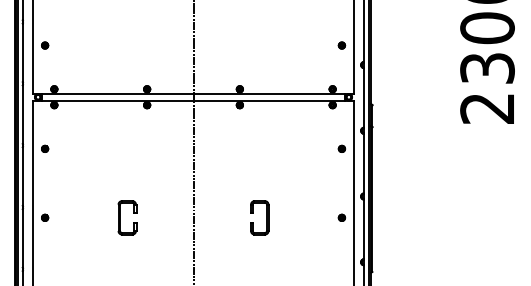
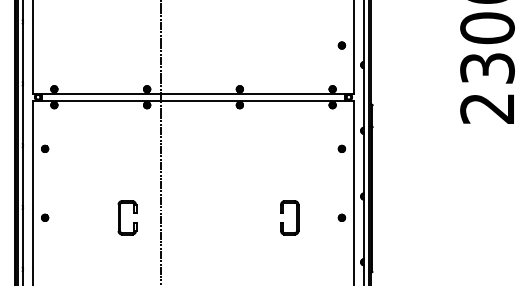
part at (45, 45): present -> none
line at (193, 142) position: (193, 142) -> (160, 142)
part at (266, 217) position: (266, 217) -> (296, 217)
